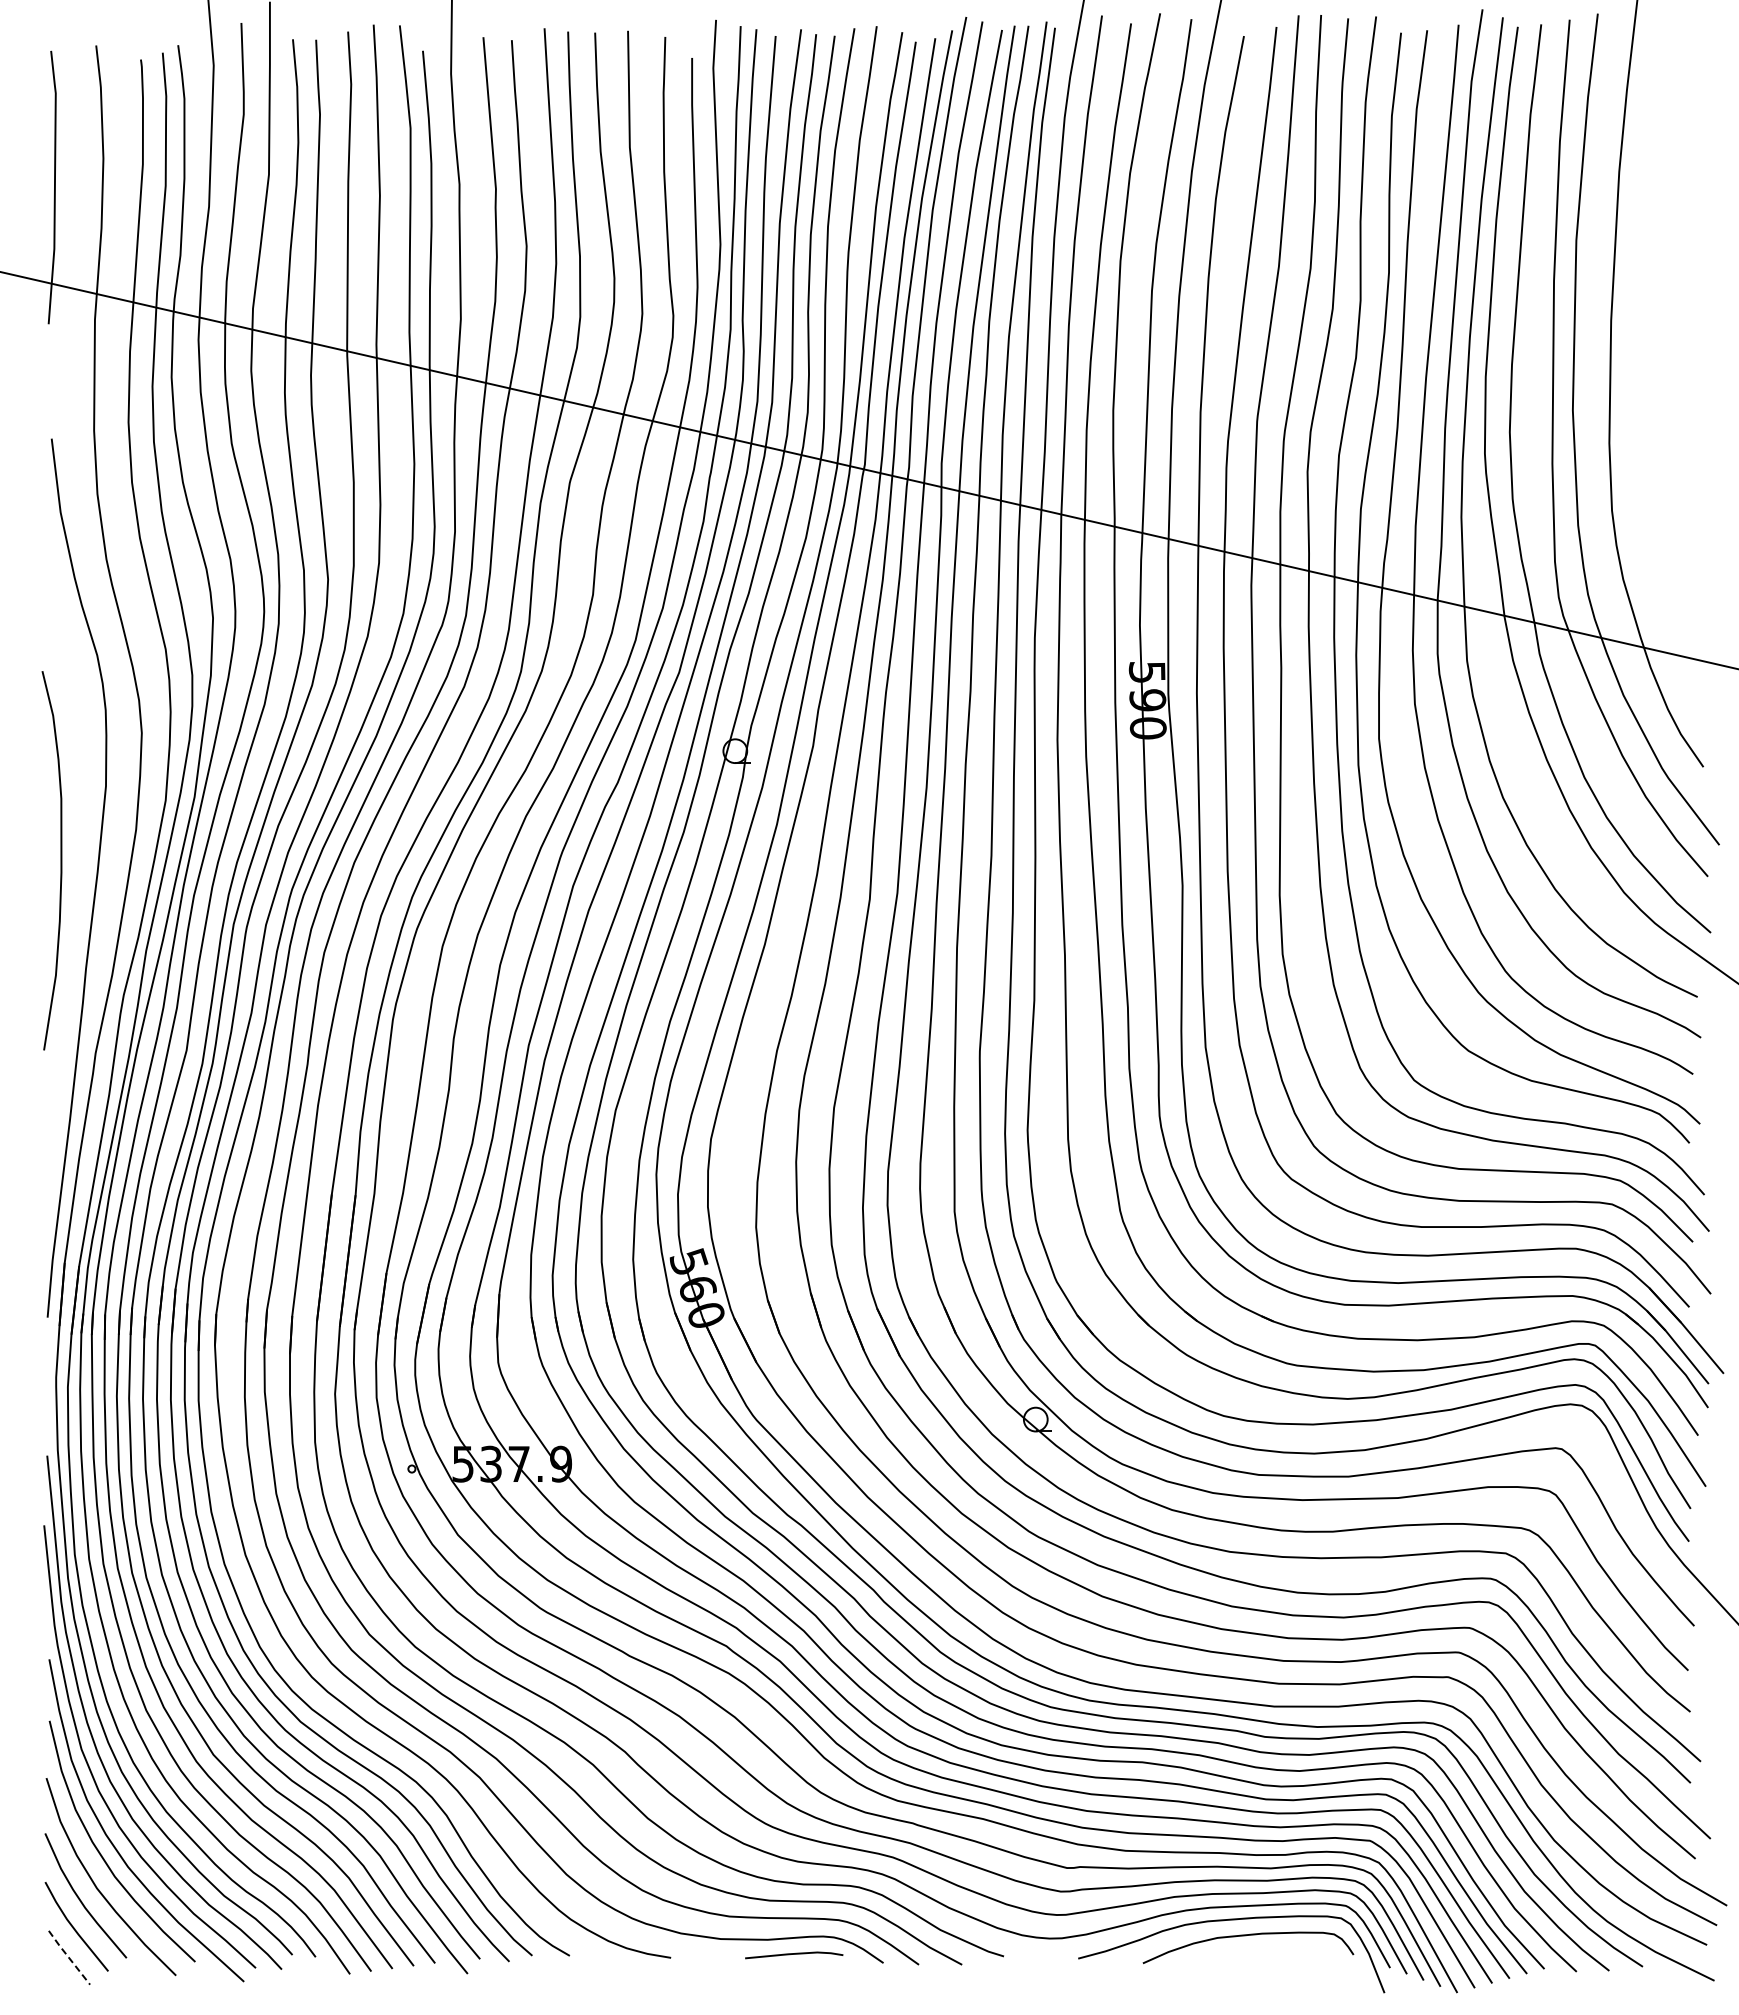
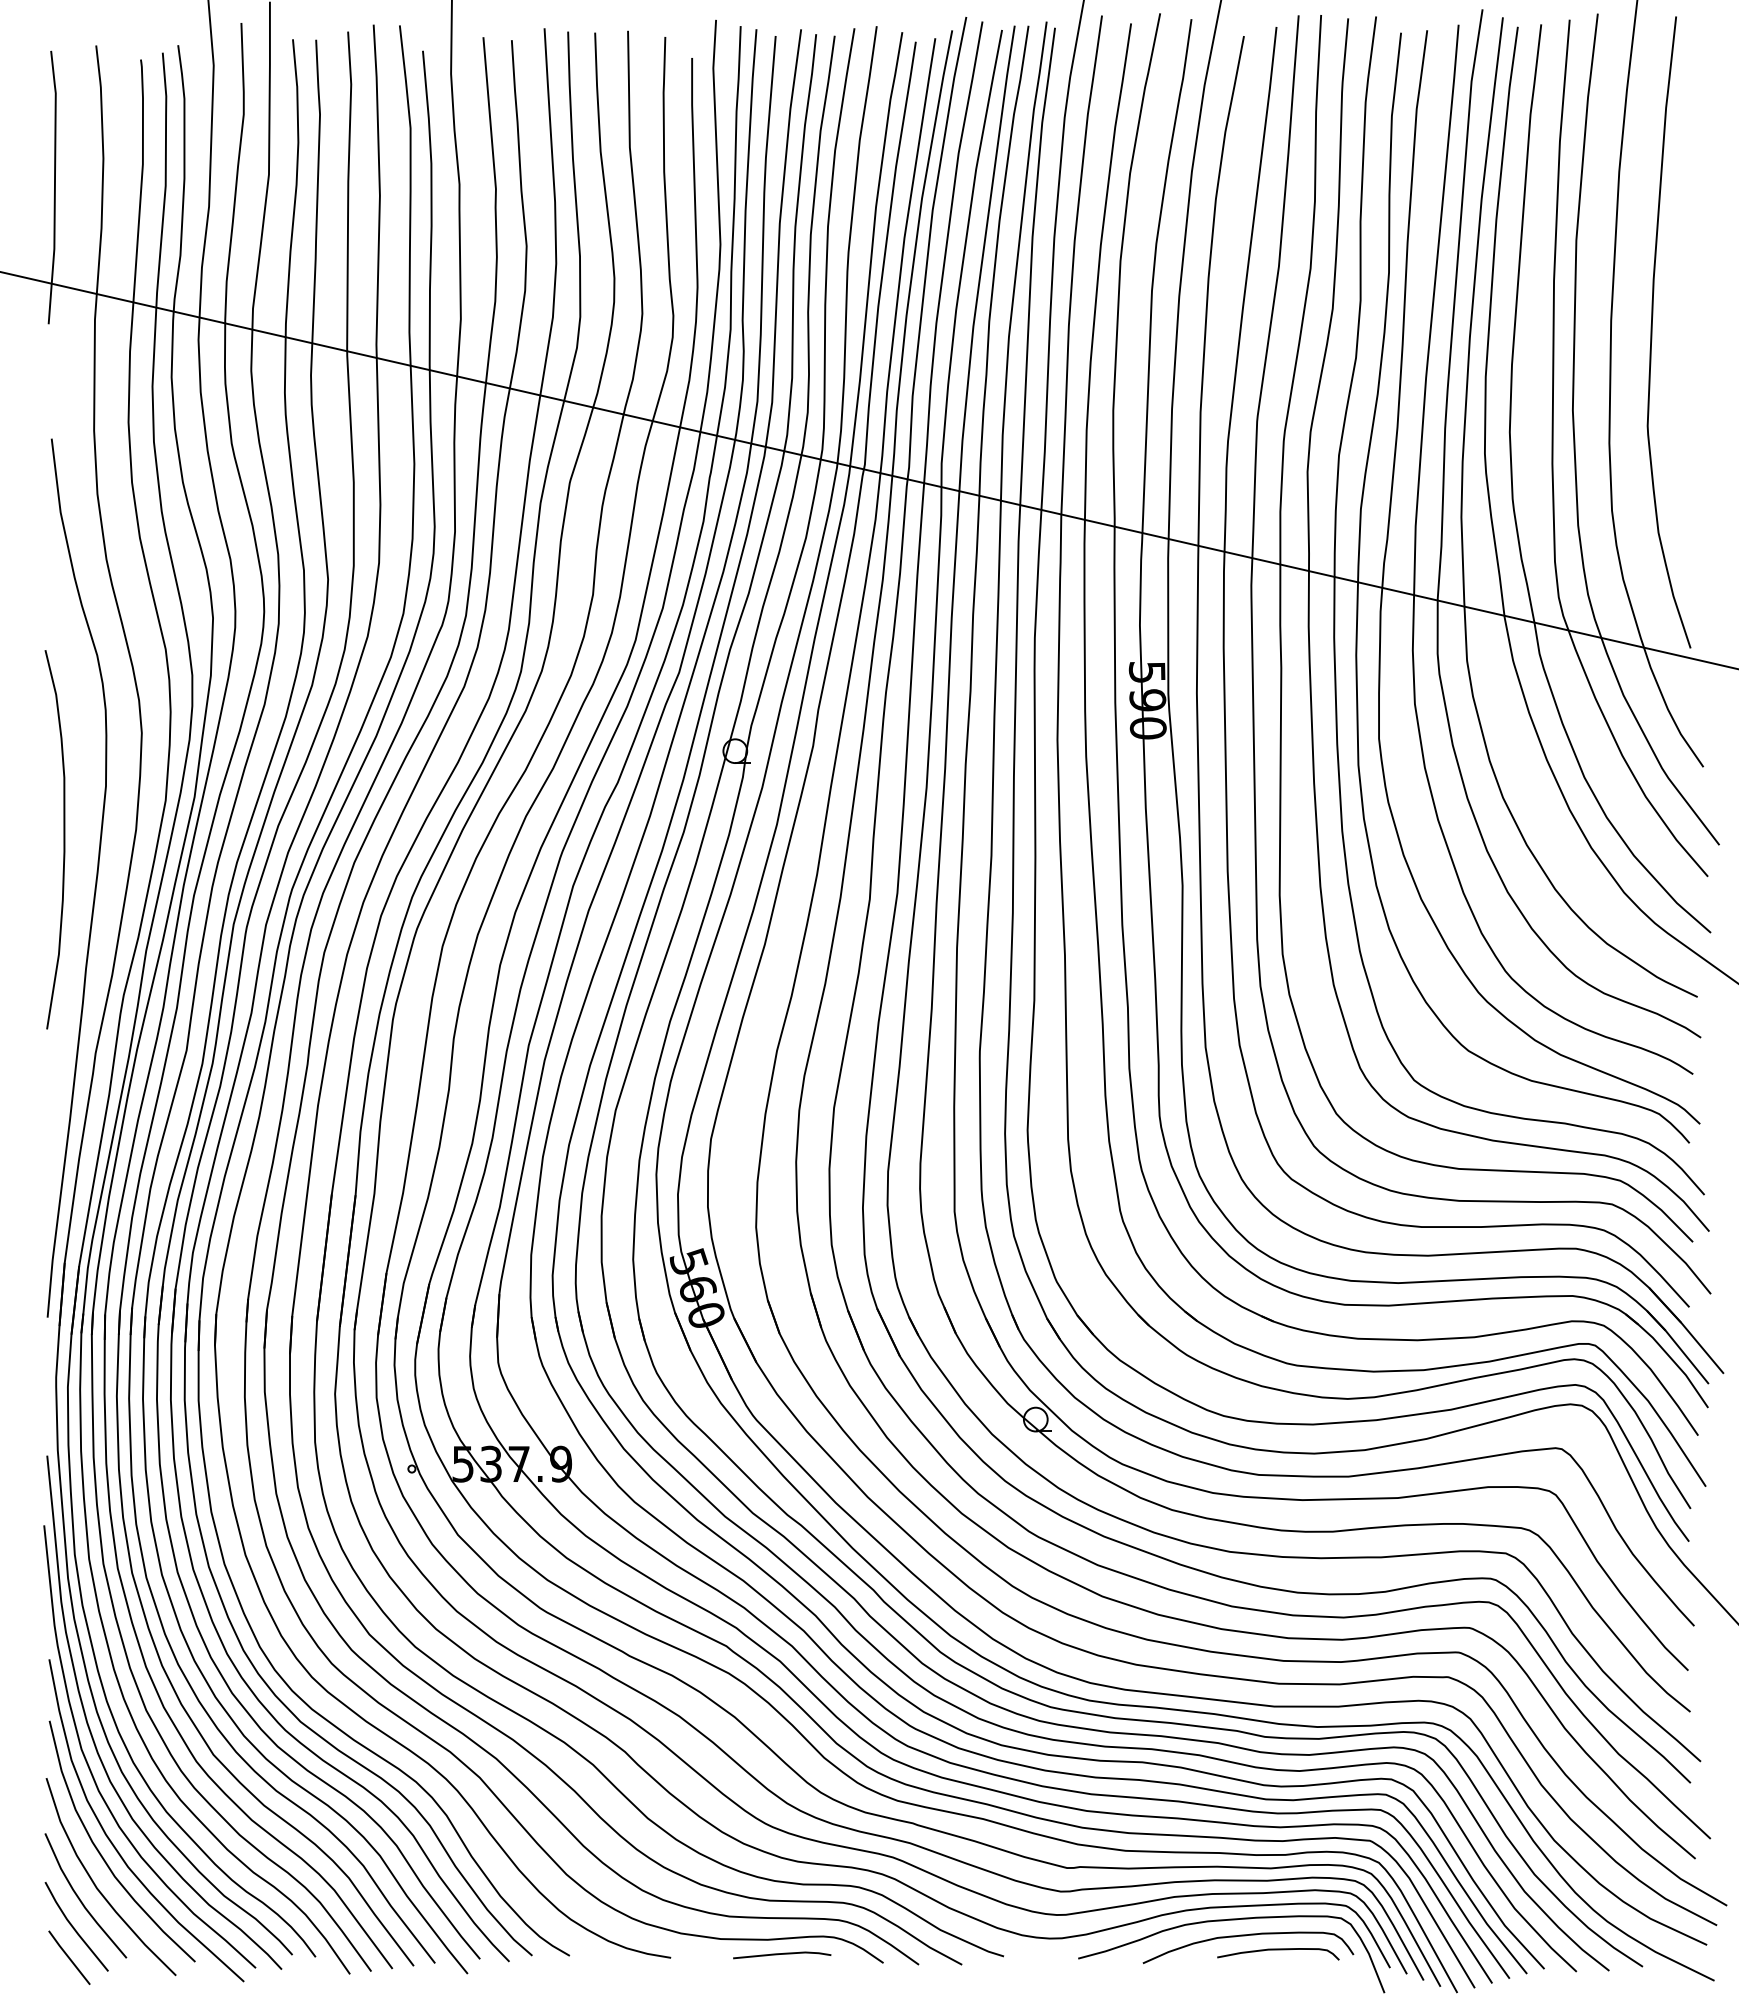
curve at (1652, 332): none -> present
curve at (60, 860) position: (60, 860) -> (63, 839)
curve at (1278, 1950): none -> present
line at (794, 1954) position: (794, 1954) -> (782, 1954)
line at (68, 1957): dashed -> solid
